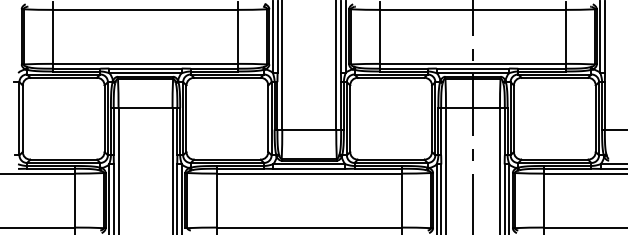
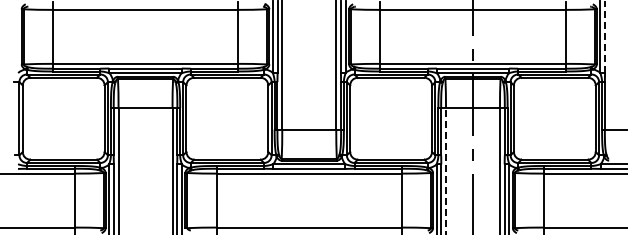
line at (605, 36): solid -> dashed
line at (446, 170): solid -> dashed
